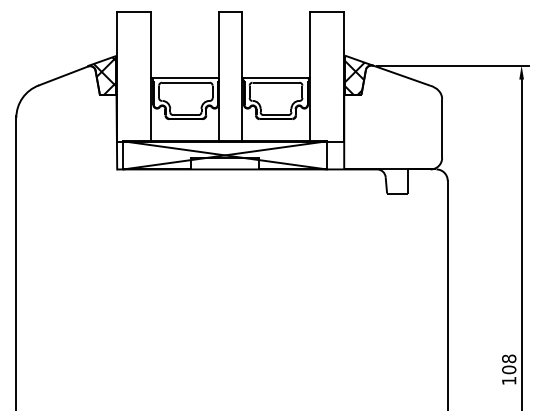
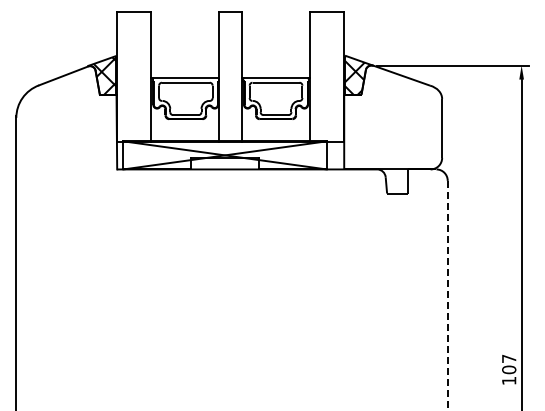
line at (447, 295): solid -> dashed
text at (509, 358): 108 -> 107
